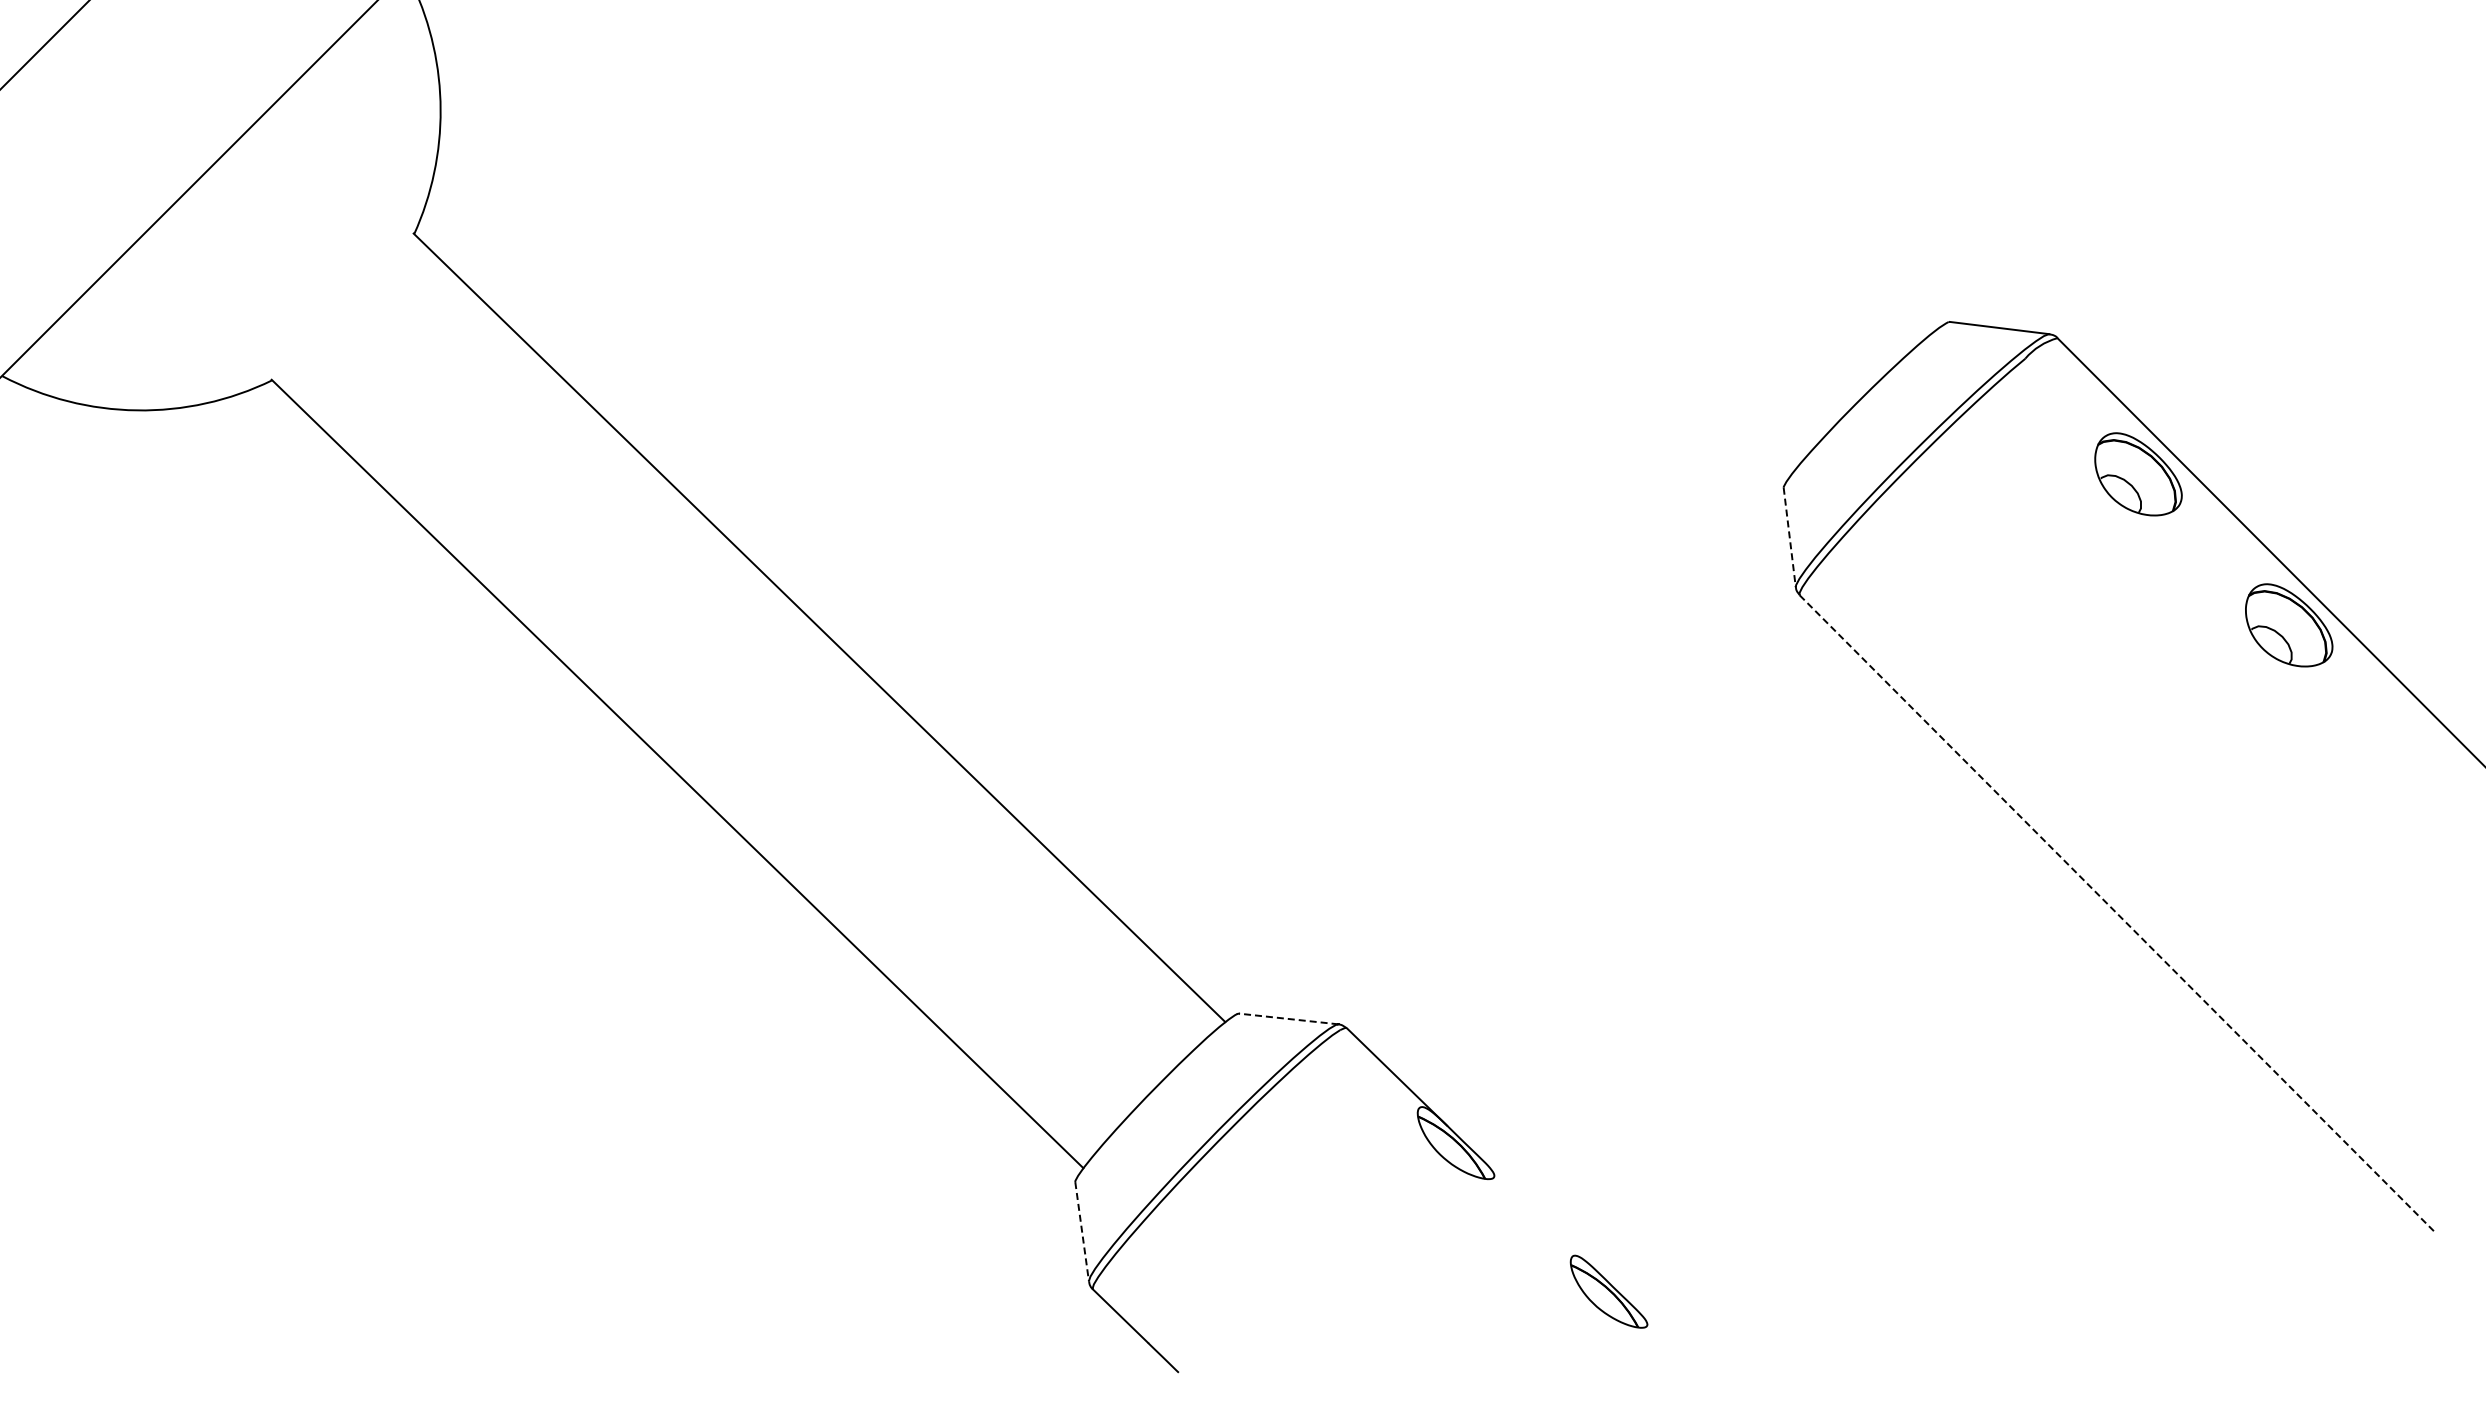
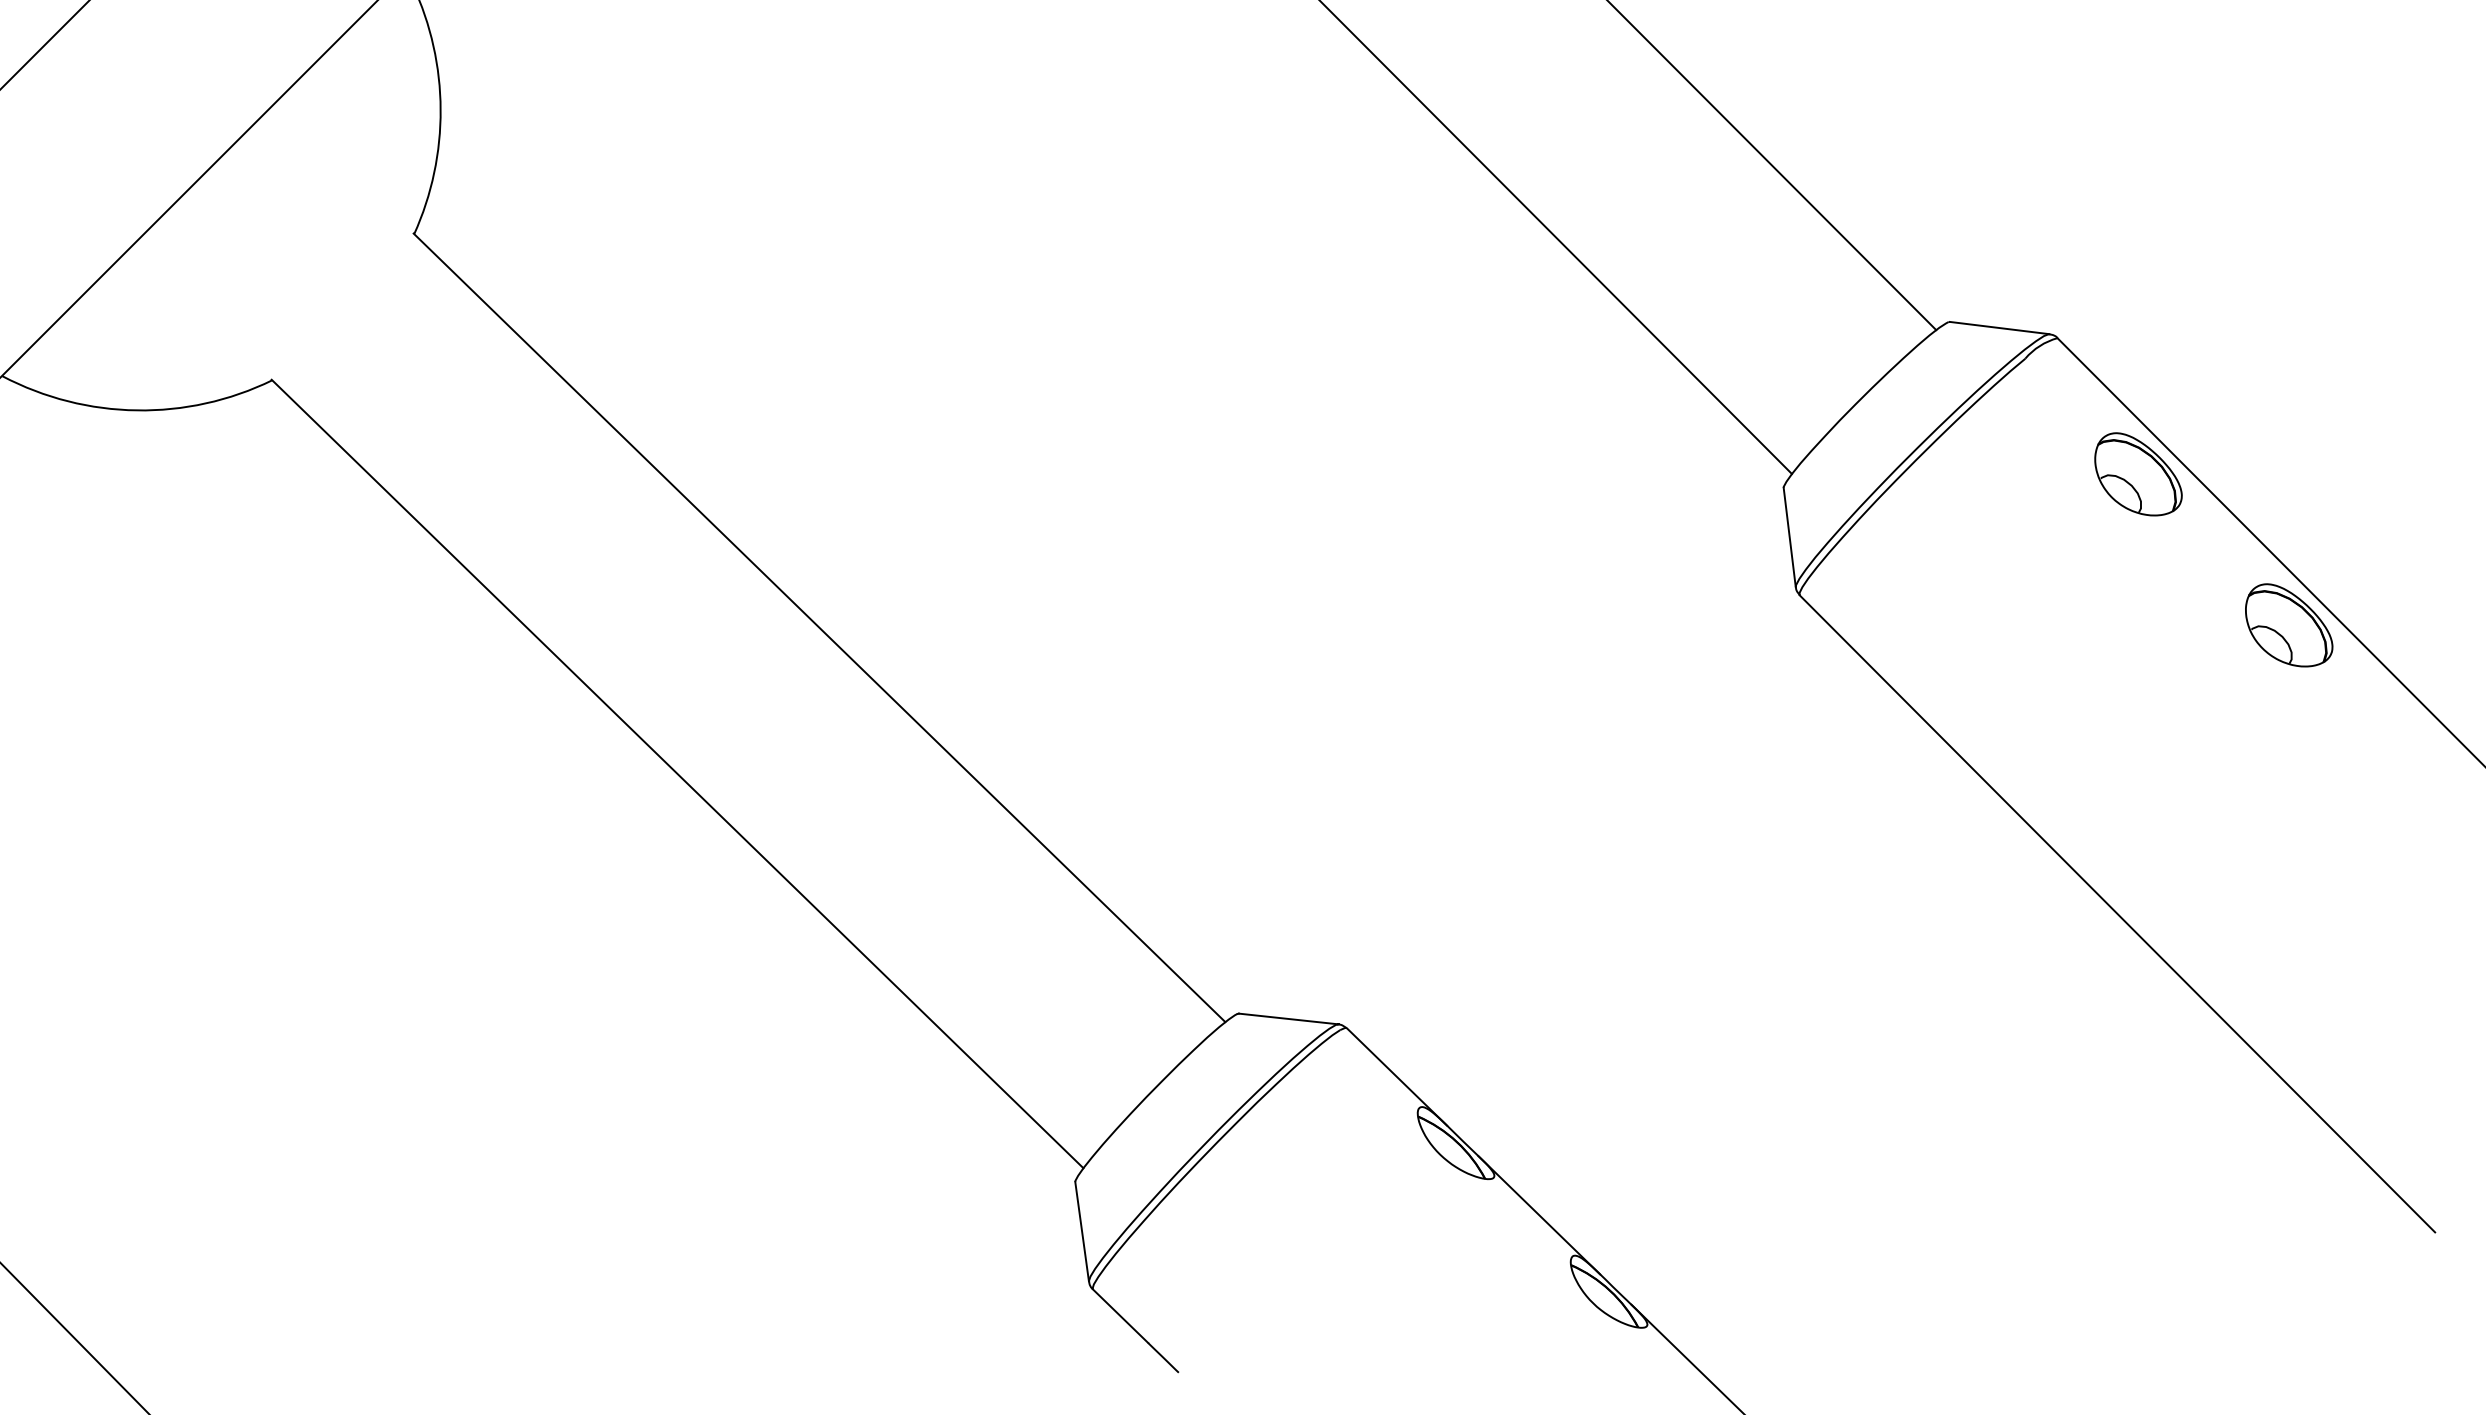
line at (1772, 166): none -> present
line at (1556, 237): none -> present
line at (1789, 537): dashed -> solid
line at (2117, 913): dashed -> solid
line at (1288, 1018): dashed -> solid
line at (1539, 1215): none -> present
line at (1082, 1232): dashed -> solid
line at (74, 1337): none -> present
line at (1686, 1357): none -> present
